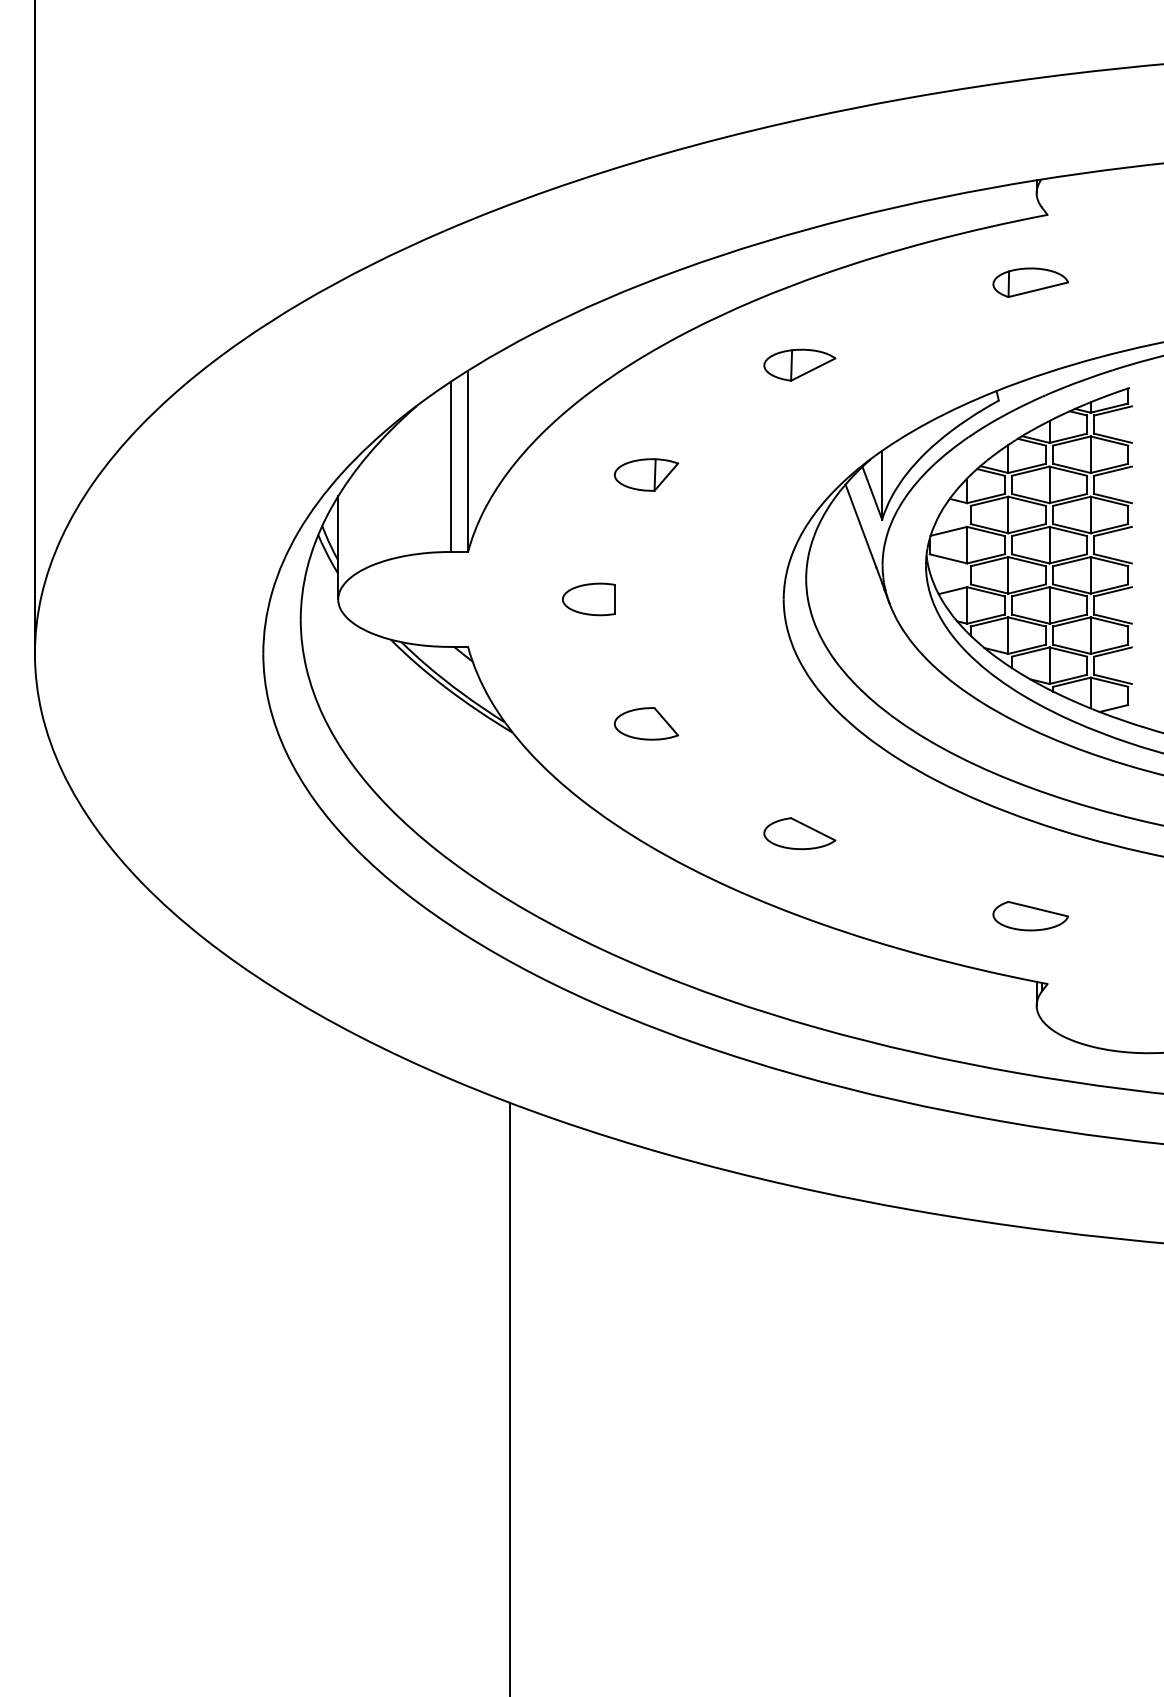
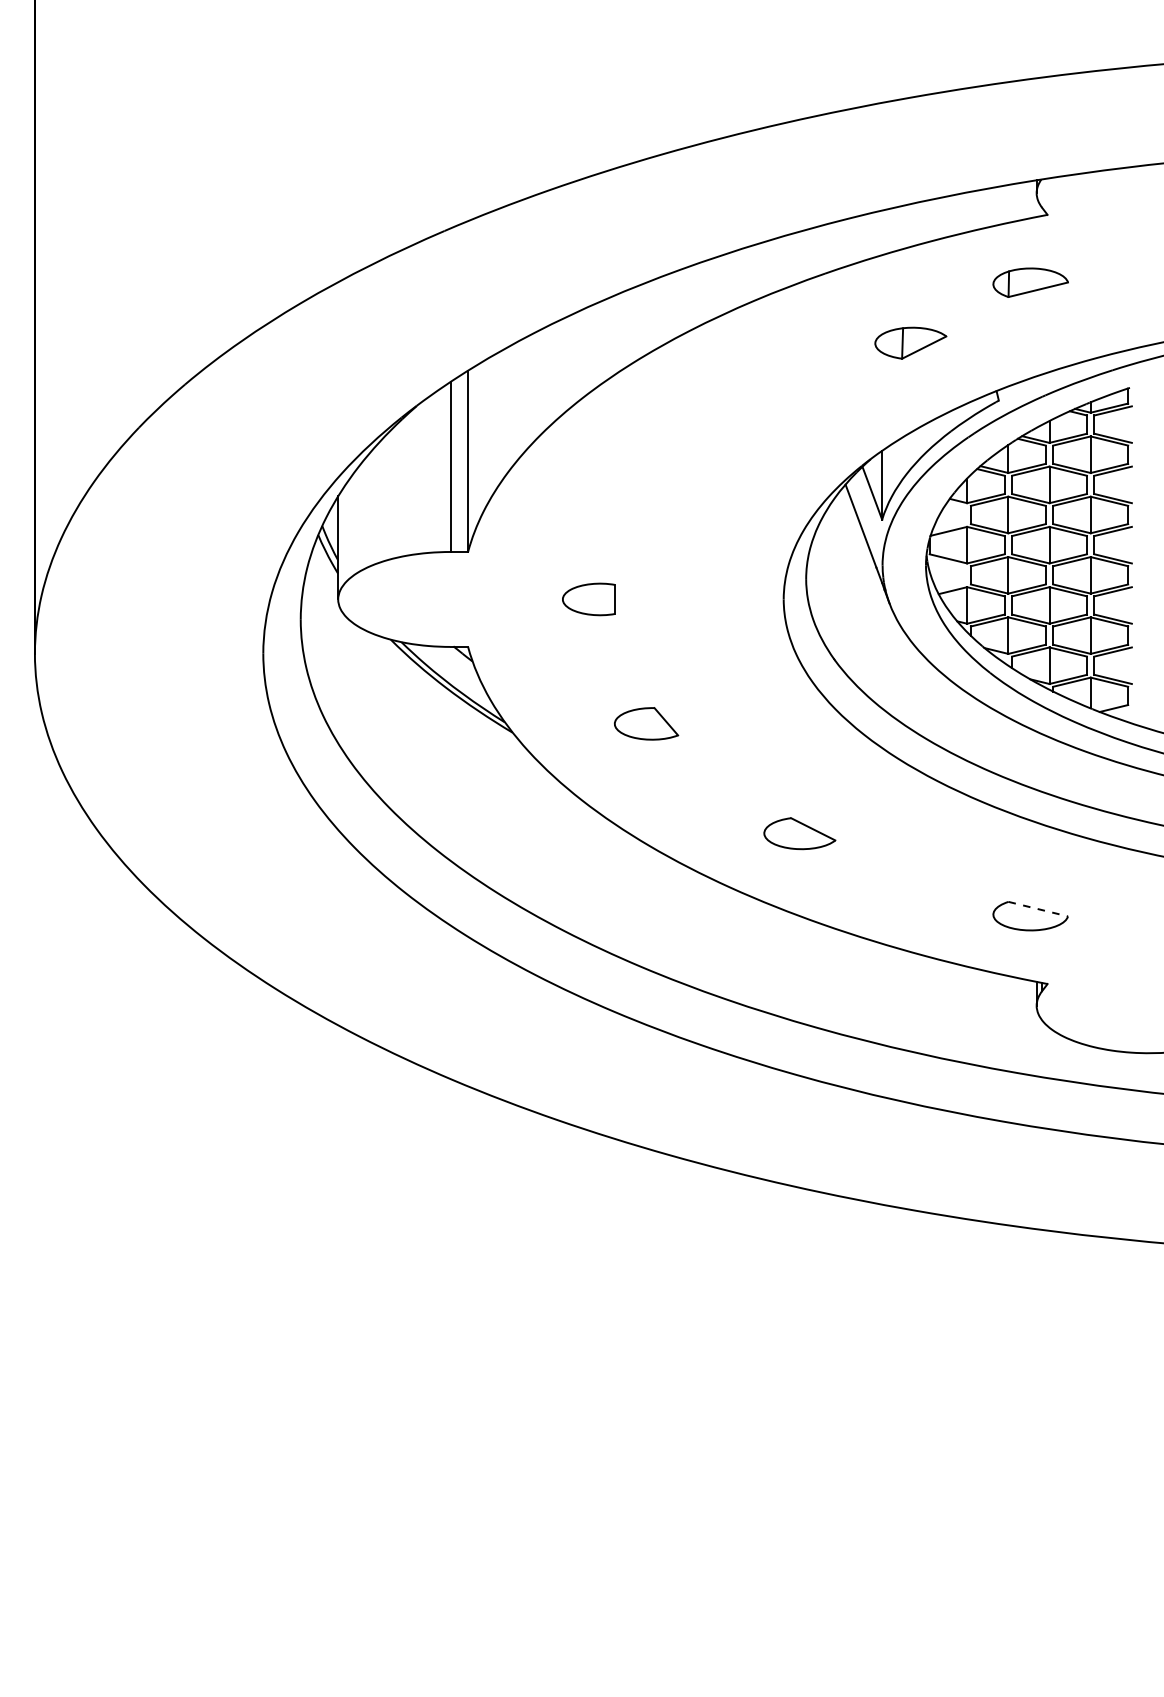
part at (799, 364) position: (799, 364) -> (910, 342)
part at (646, 474): present -> none
line at (1038, 909): solid -> dashed
line at (510, 1397): present -> none
